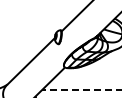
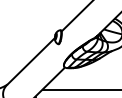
line at (81, 90): dashed -> solid
